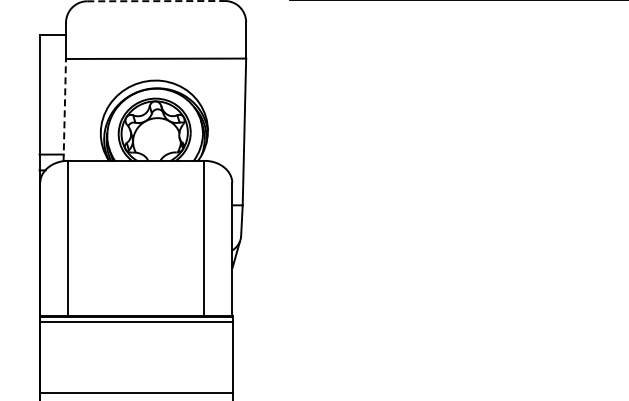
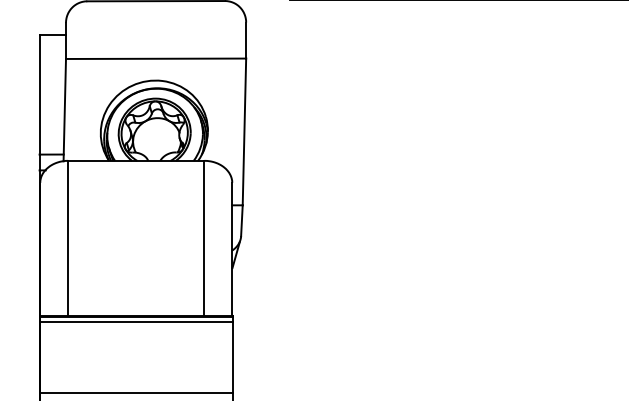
line at (156, 1): dashed -> solid
line at (64, 109): dashed -> solid
